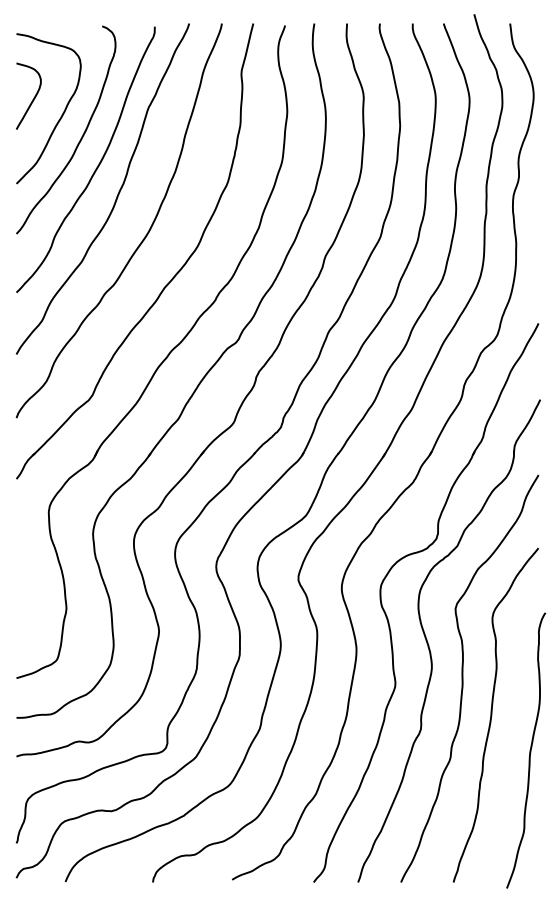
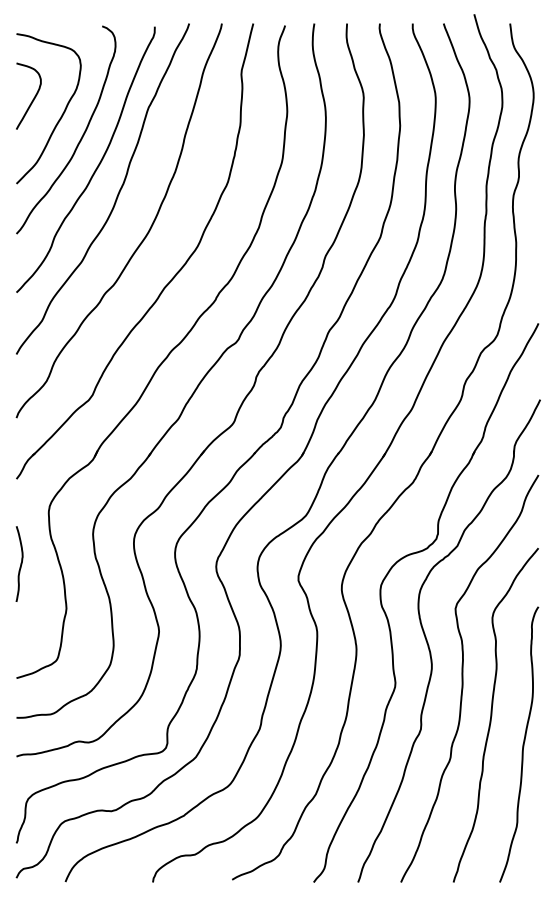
curve at (20, 563): none -> present
curve at (529, 750) position: (529, 750) -> (522, 744)
